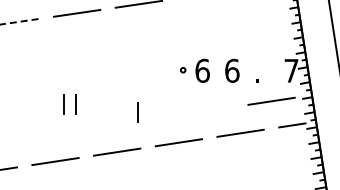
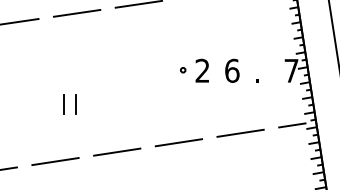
line at (18, 21): dashed -> solid
text at (202, 70): 6 -> 2
line at (271, 100): present -> none
line at (137, 112): present -> none
